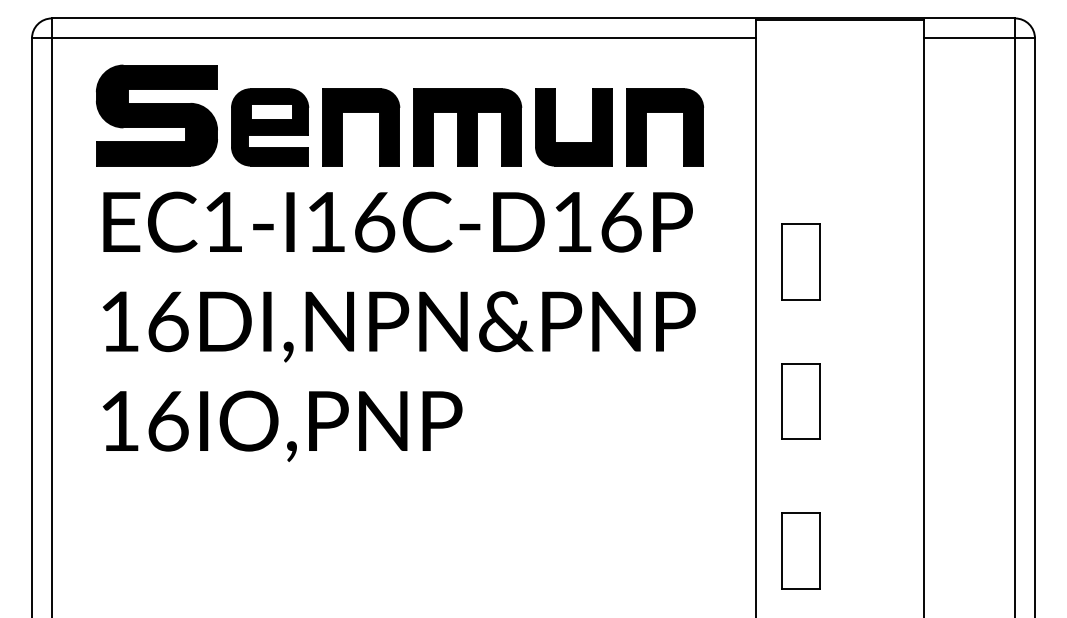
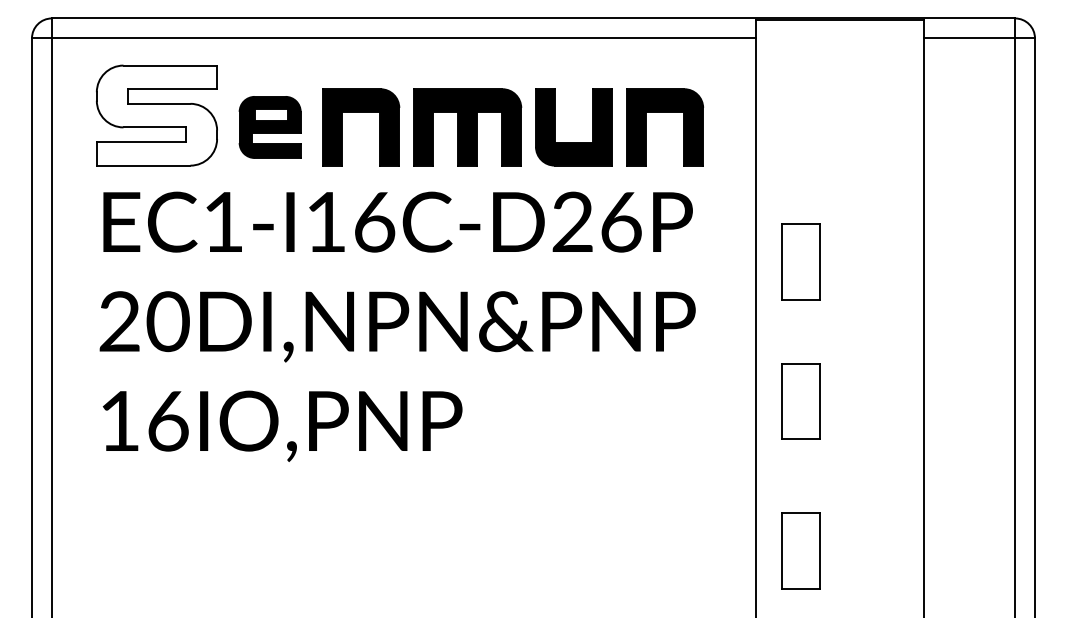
fill at (156, 115): present -> none
part at (270, 127) size: 79x79 px -> 64x63 px
text at (572, 221): EC1-I16C-D16P -> EC1-I16C-D26P
text at (144, 321): 16DI,NPN&PNP -> 20DI,NPN&PNP
